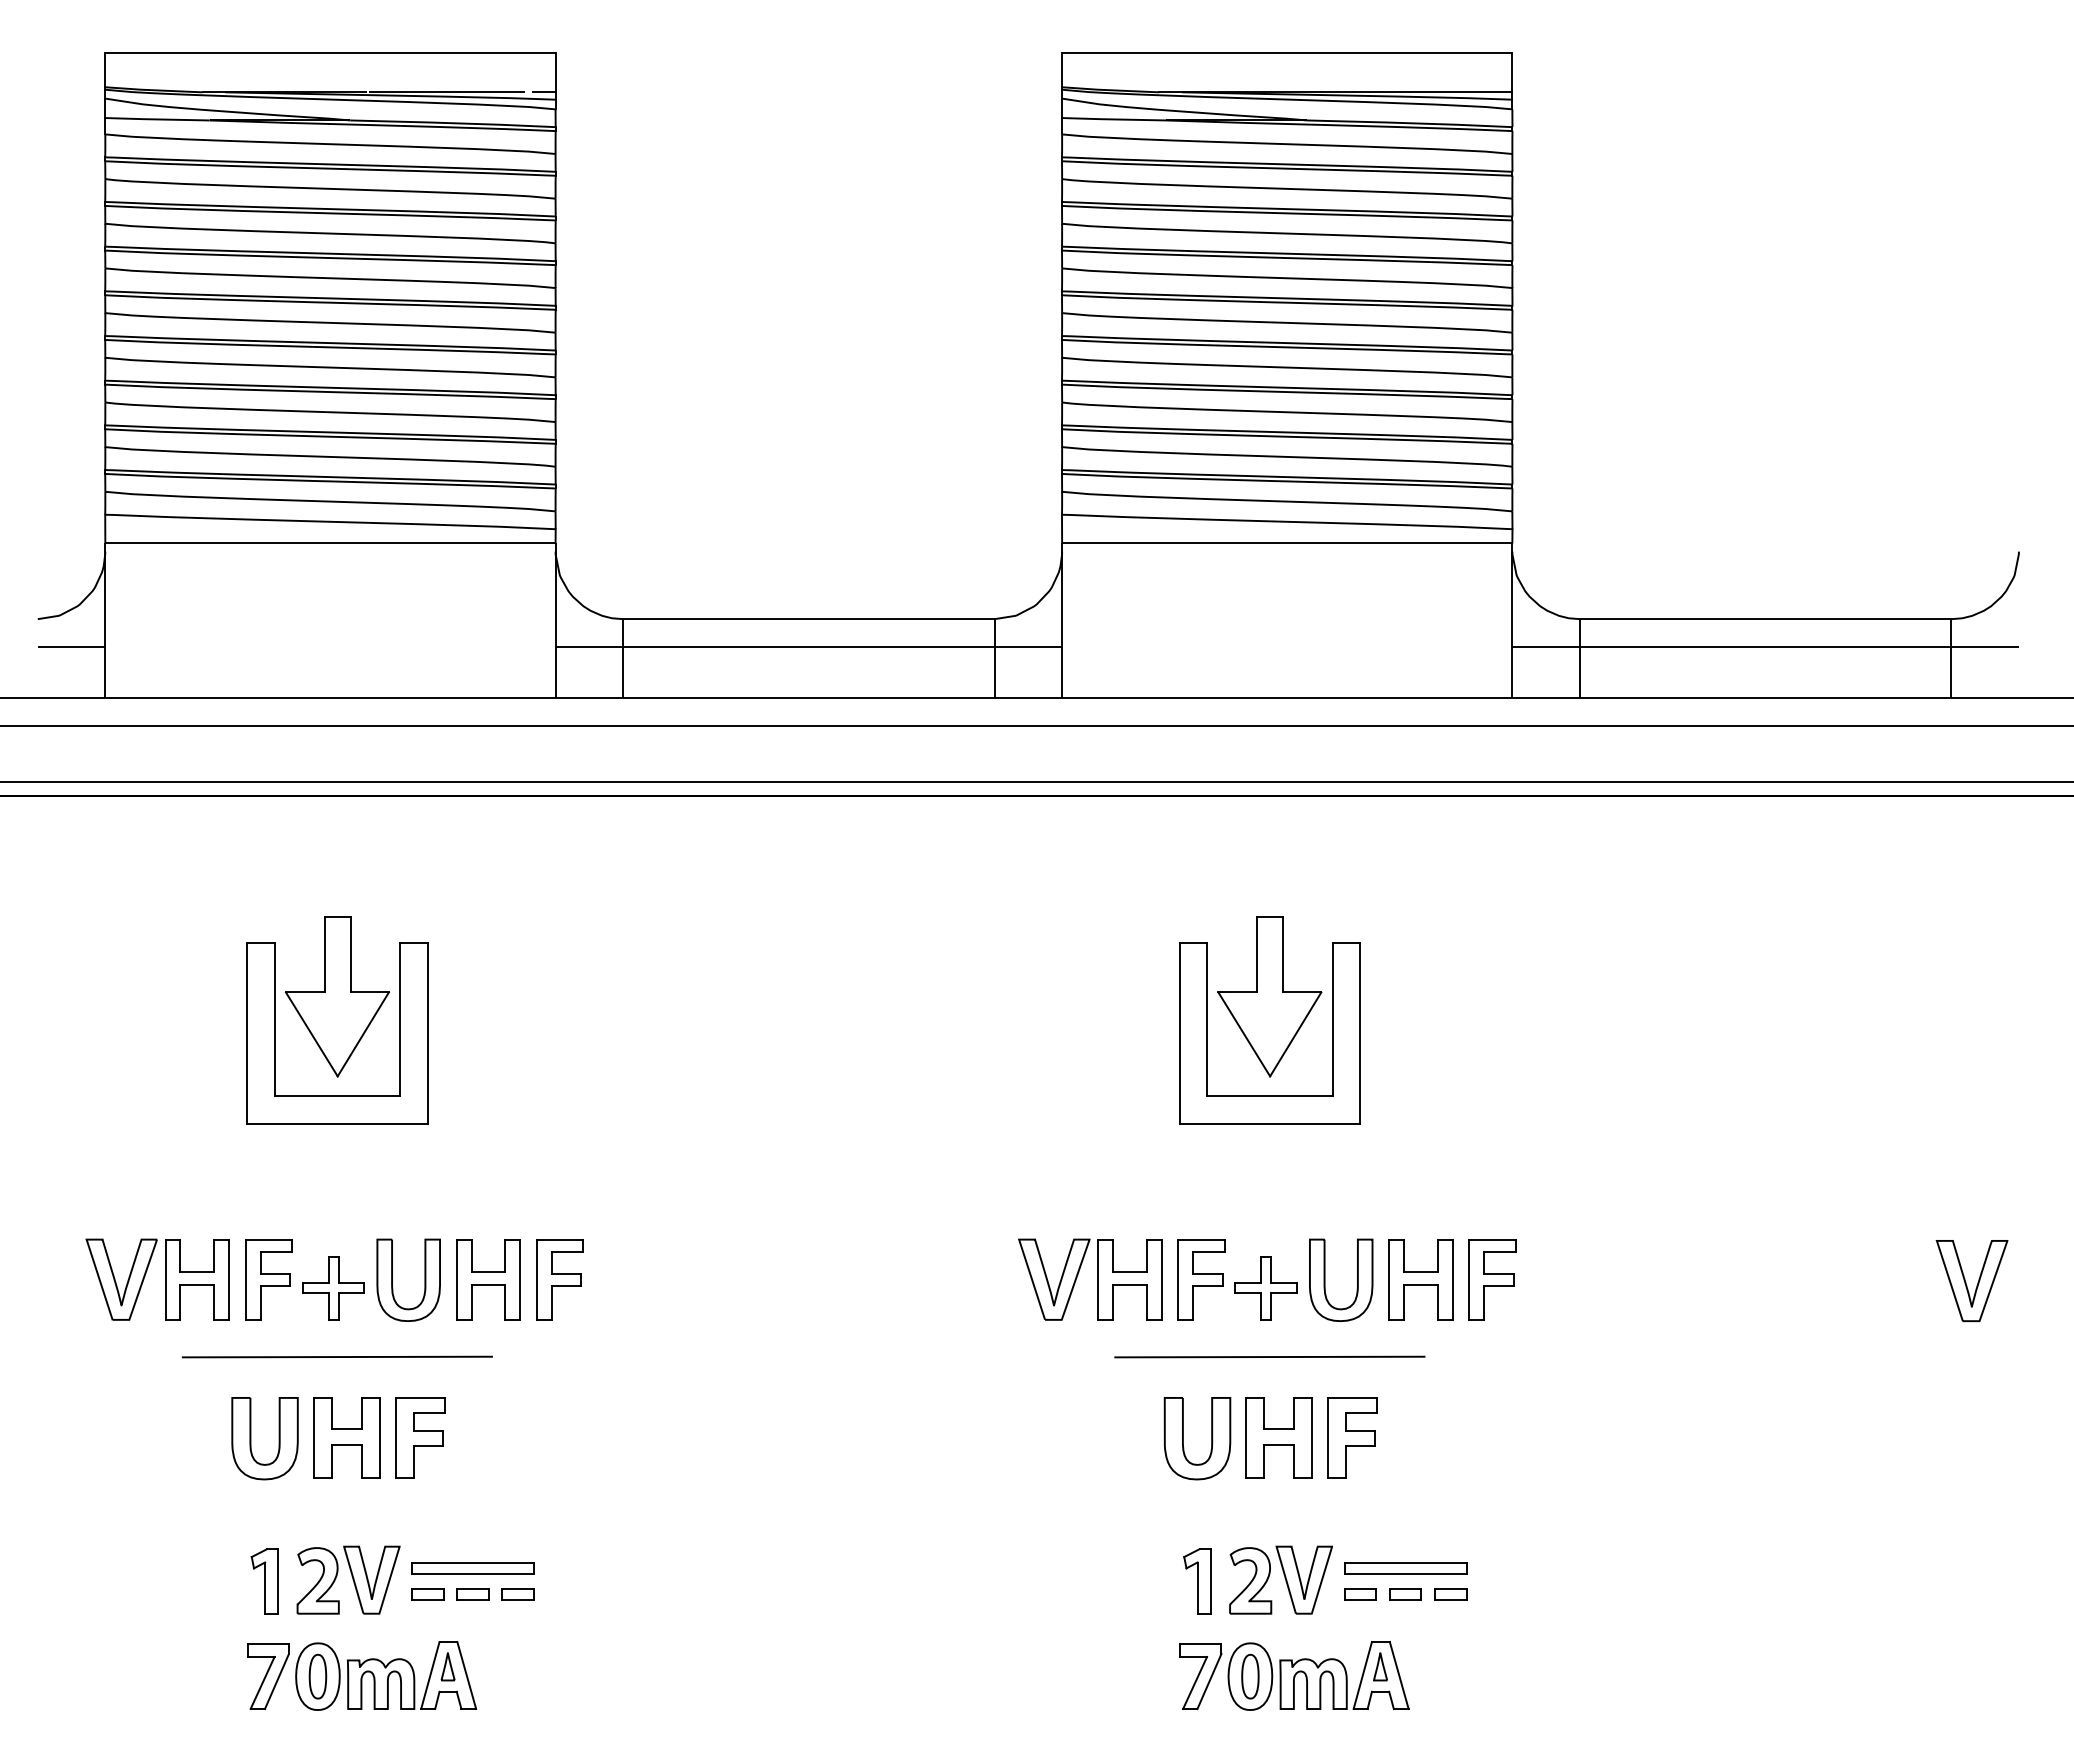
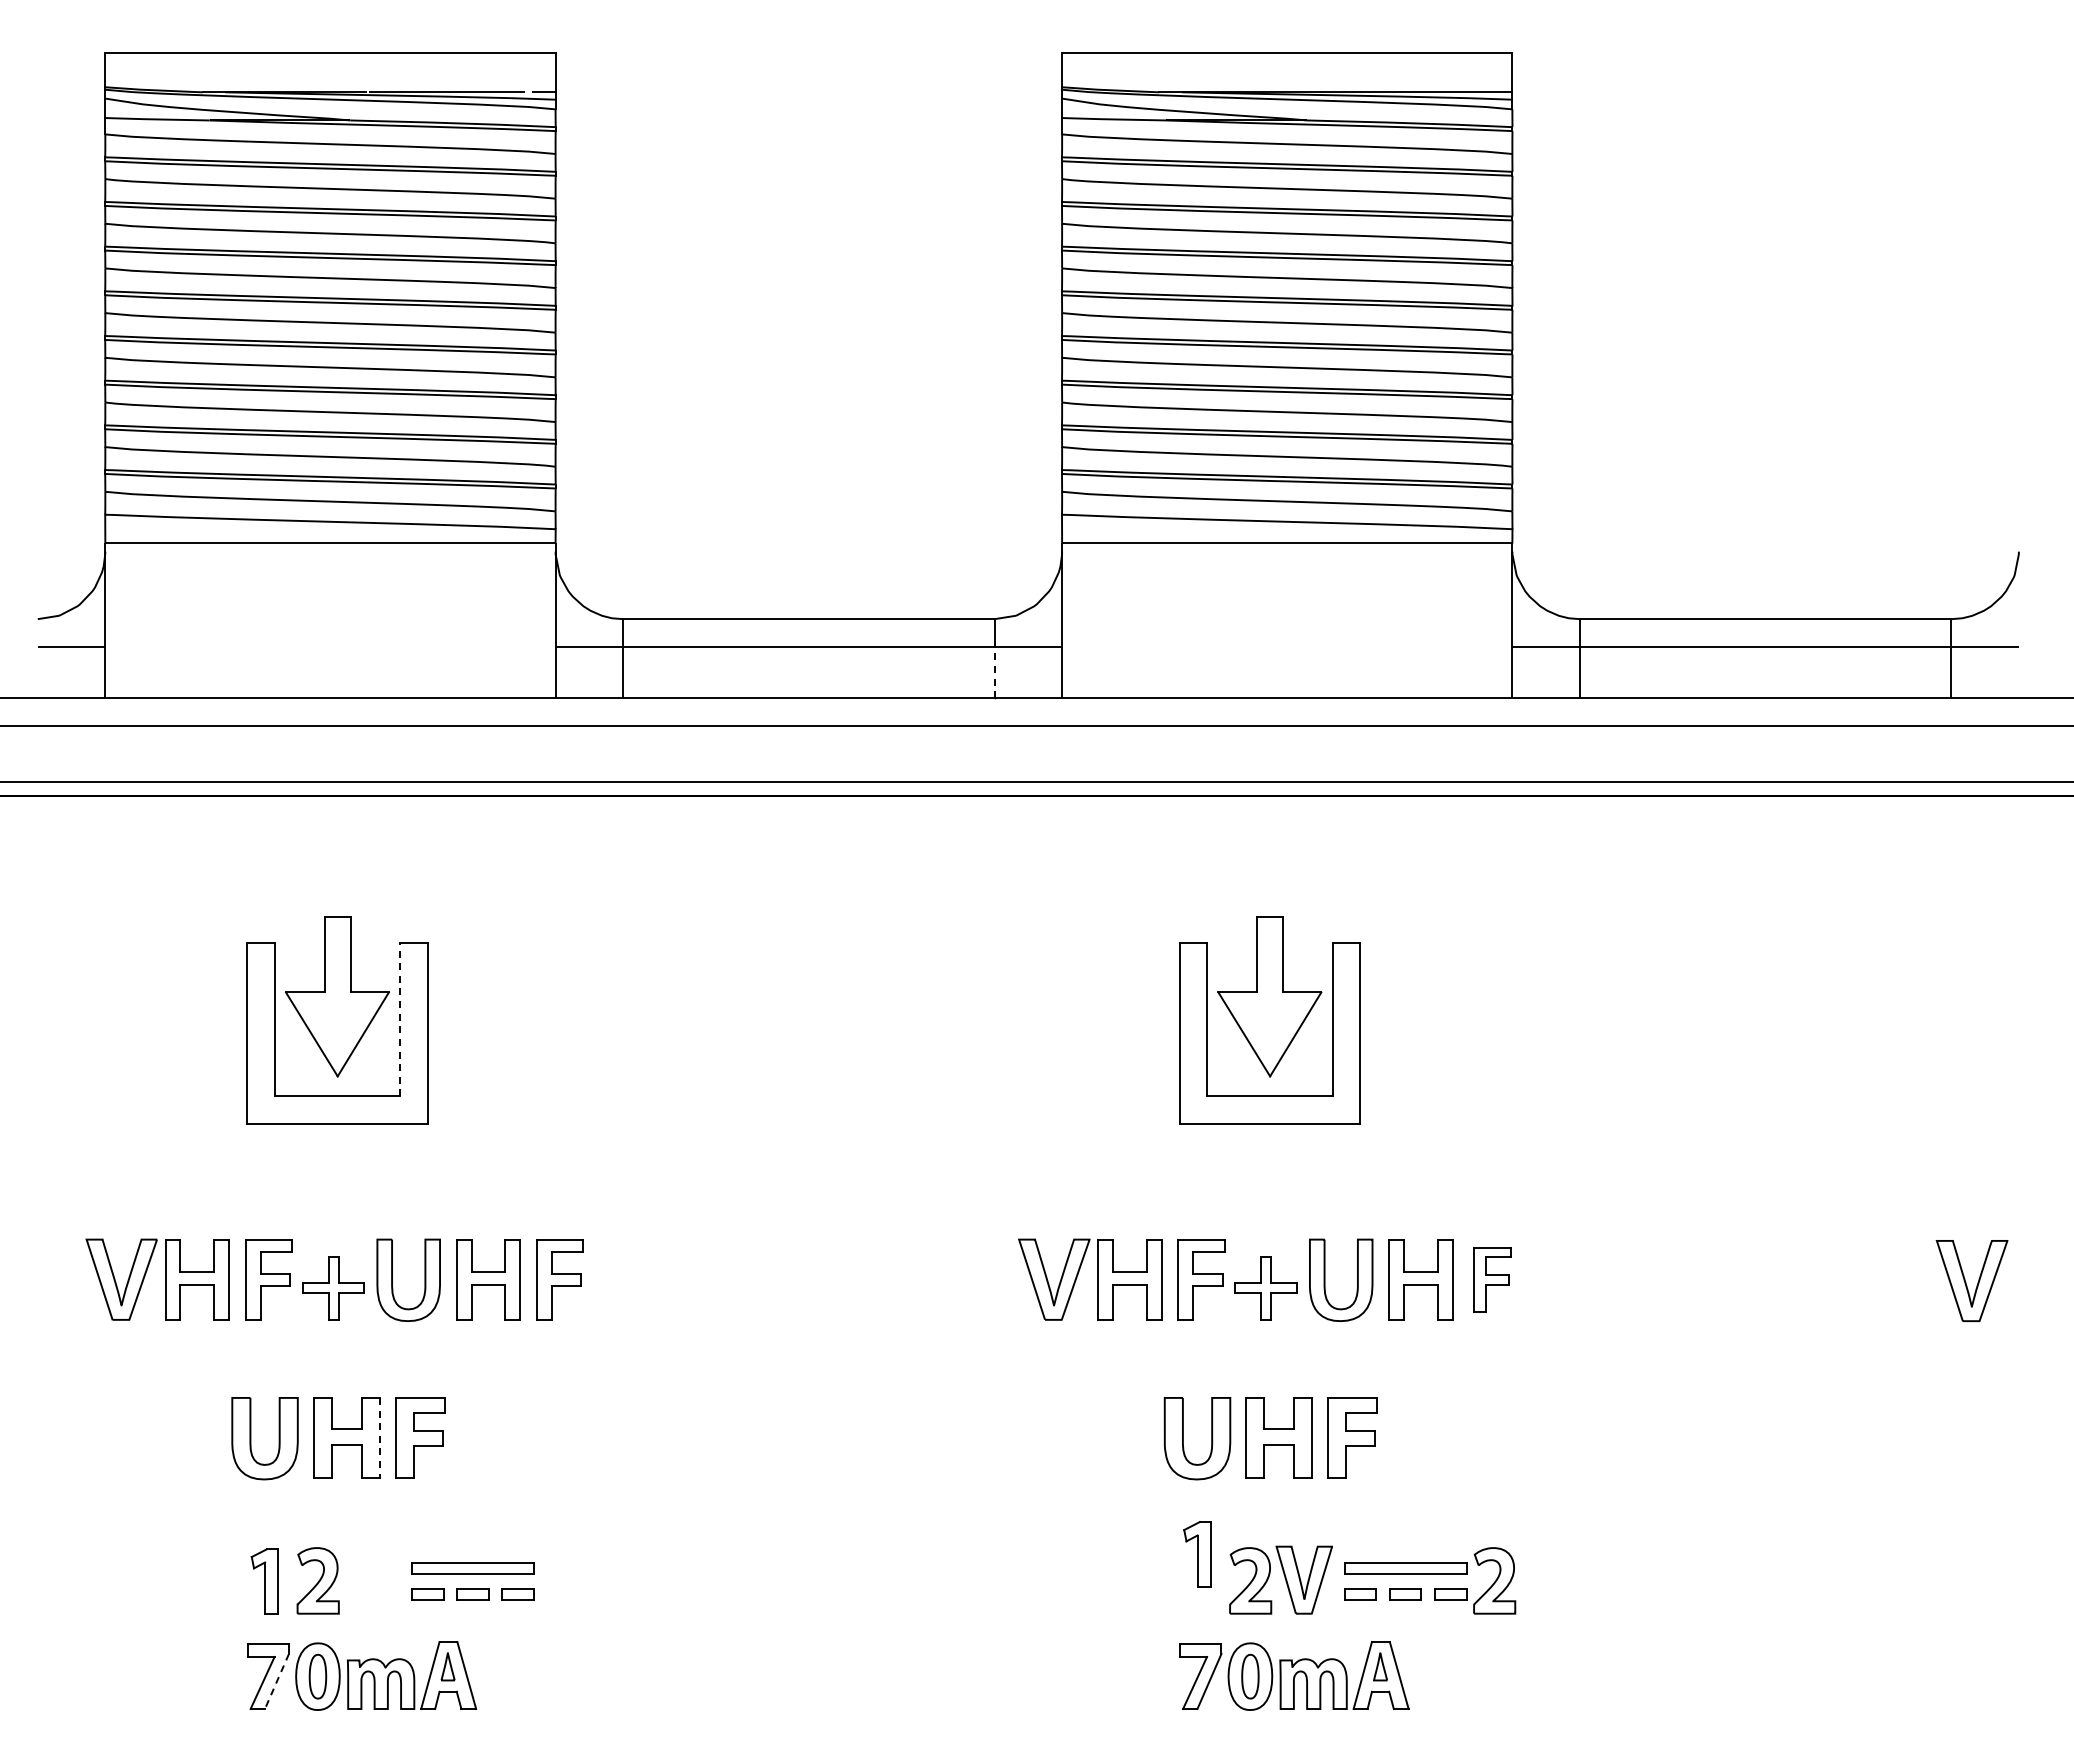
line at (994, 673): solid -> dashed
line at (400, 1019): solid -> dashed
part at (1492, 1279) size: 49x82 px -> 39x66 px
line at (336, 1356): present -> none
line at (1269, 1356): present -> none
line at (379, 1438): solid -> dashed
part at (371, 1579): present -> none
part at (1494, 1580): none -> present
part at (1197, 1581) position: (1197, 1581) -> (1197, 1554)
line at (276, 1681): solid -> dashed
